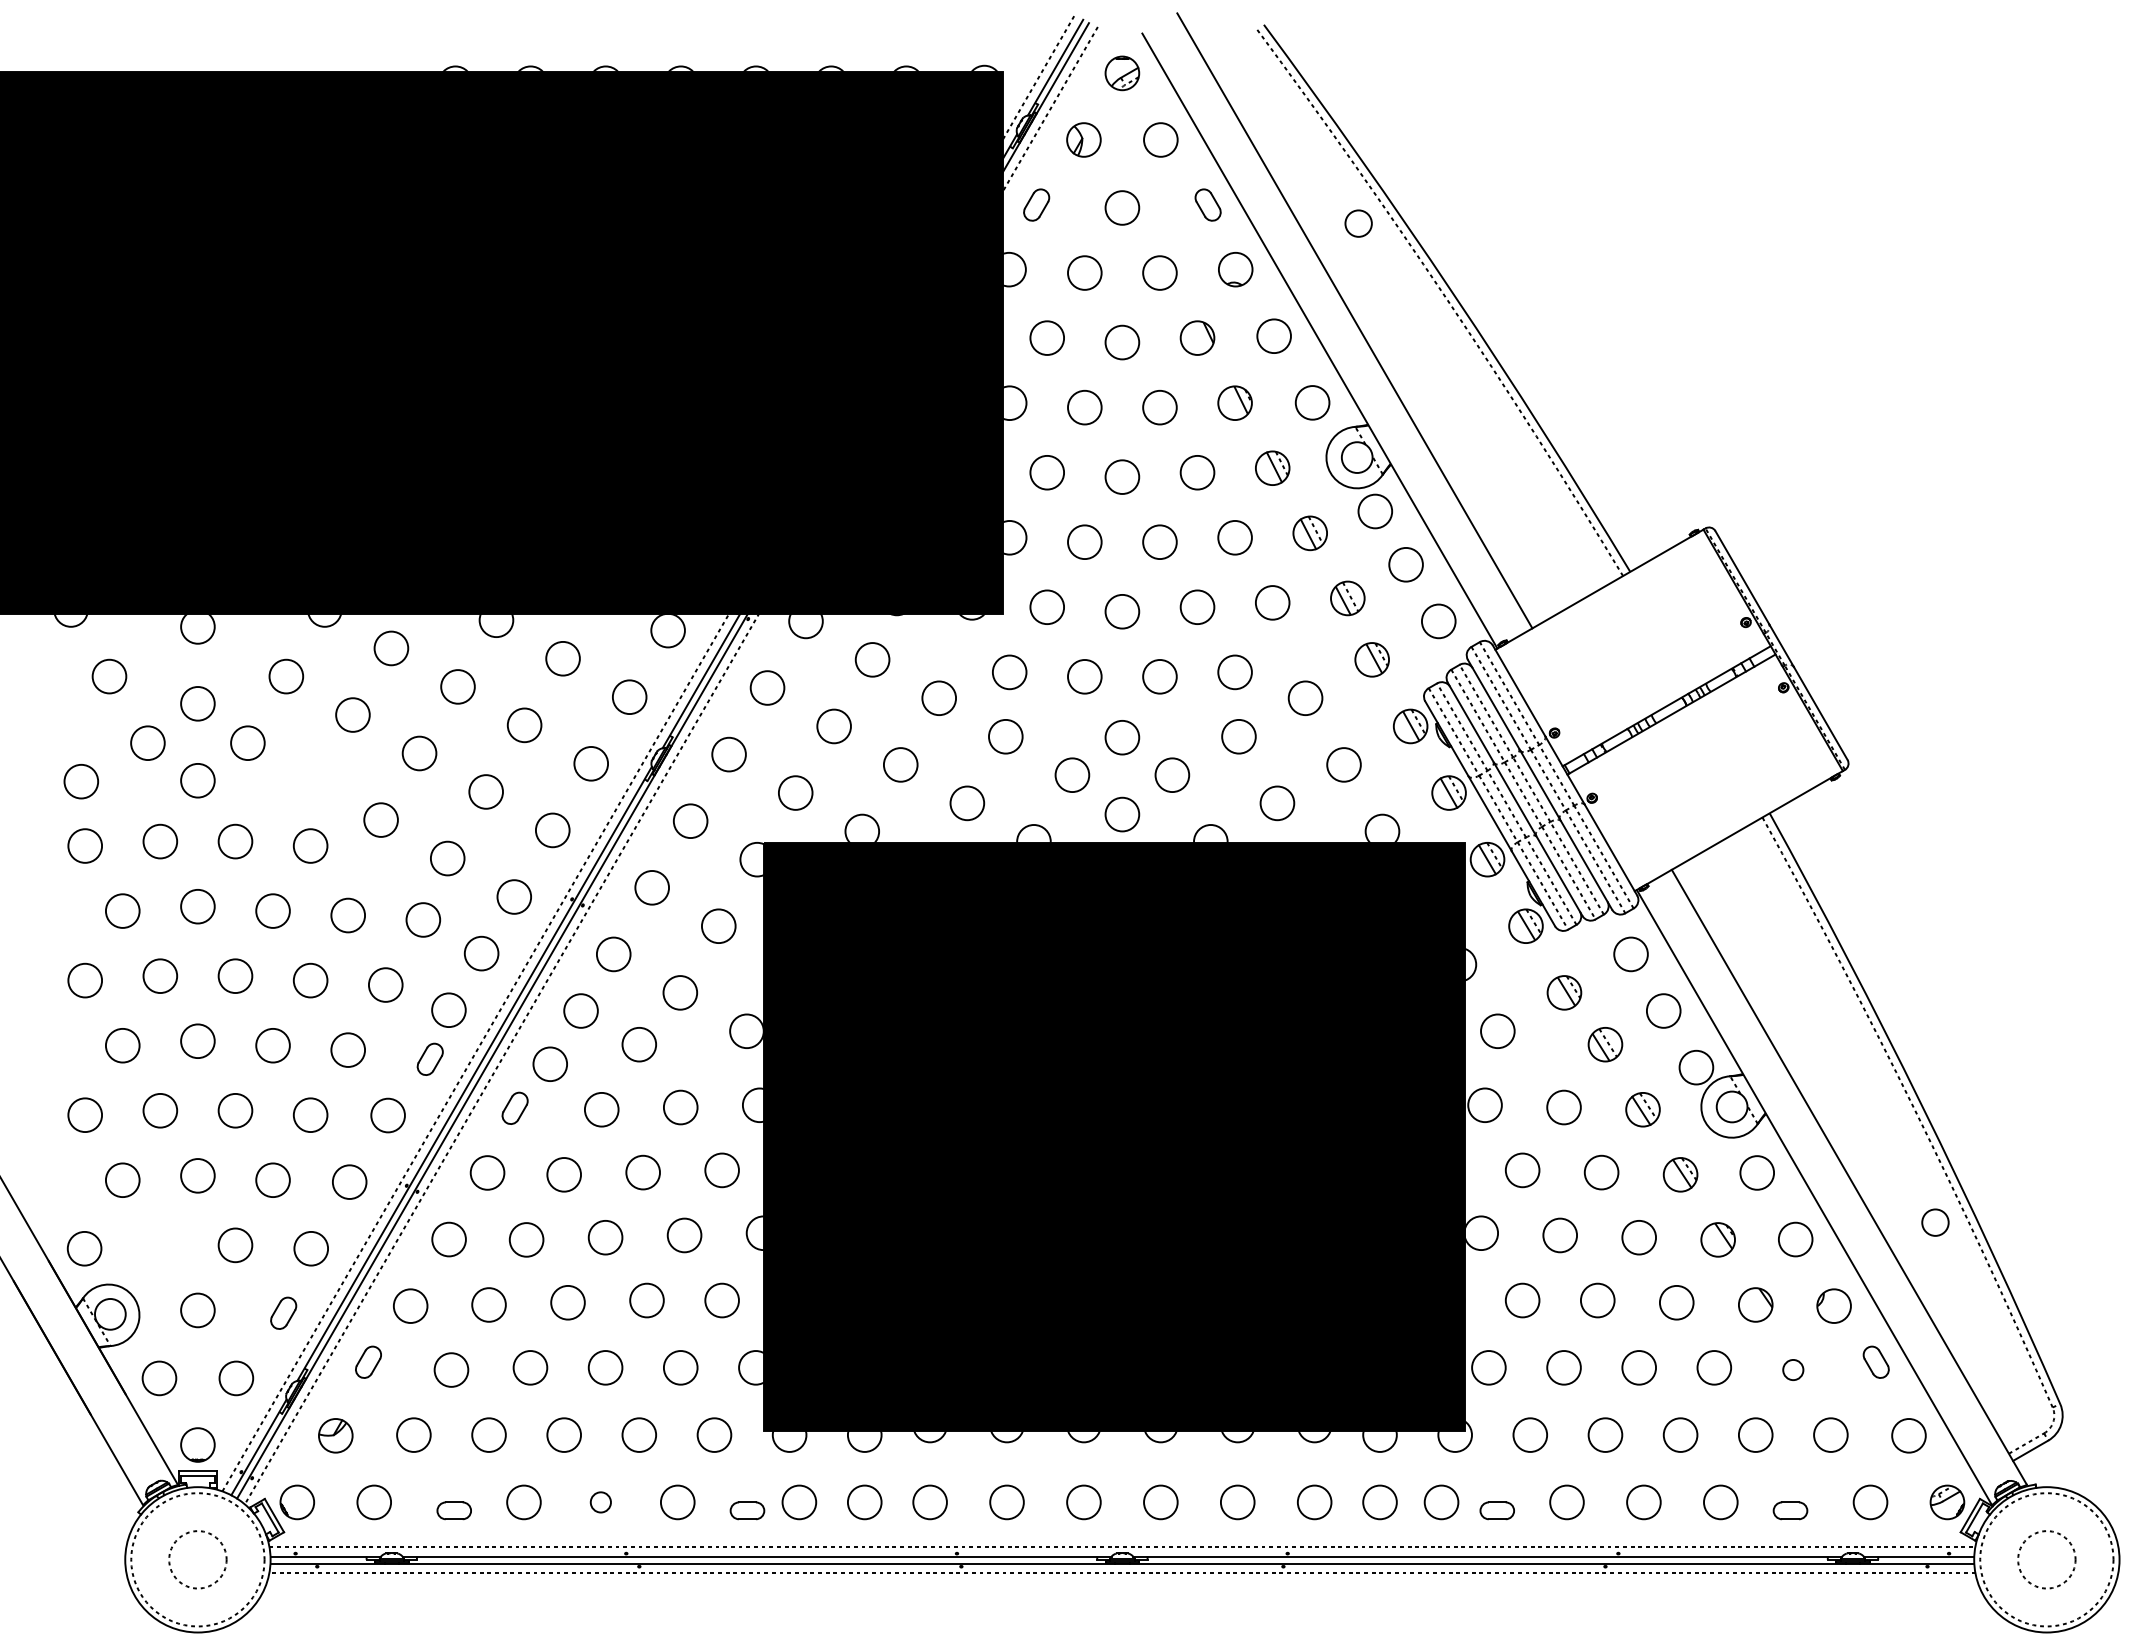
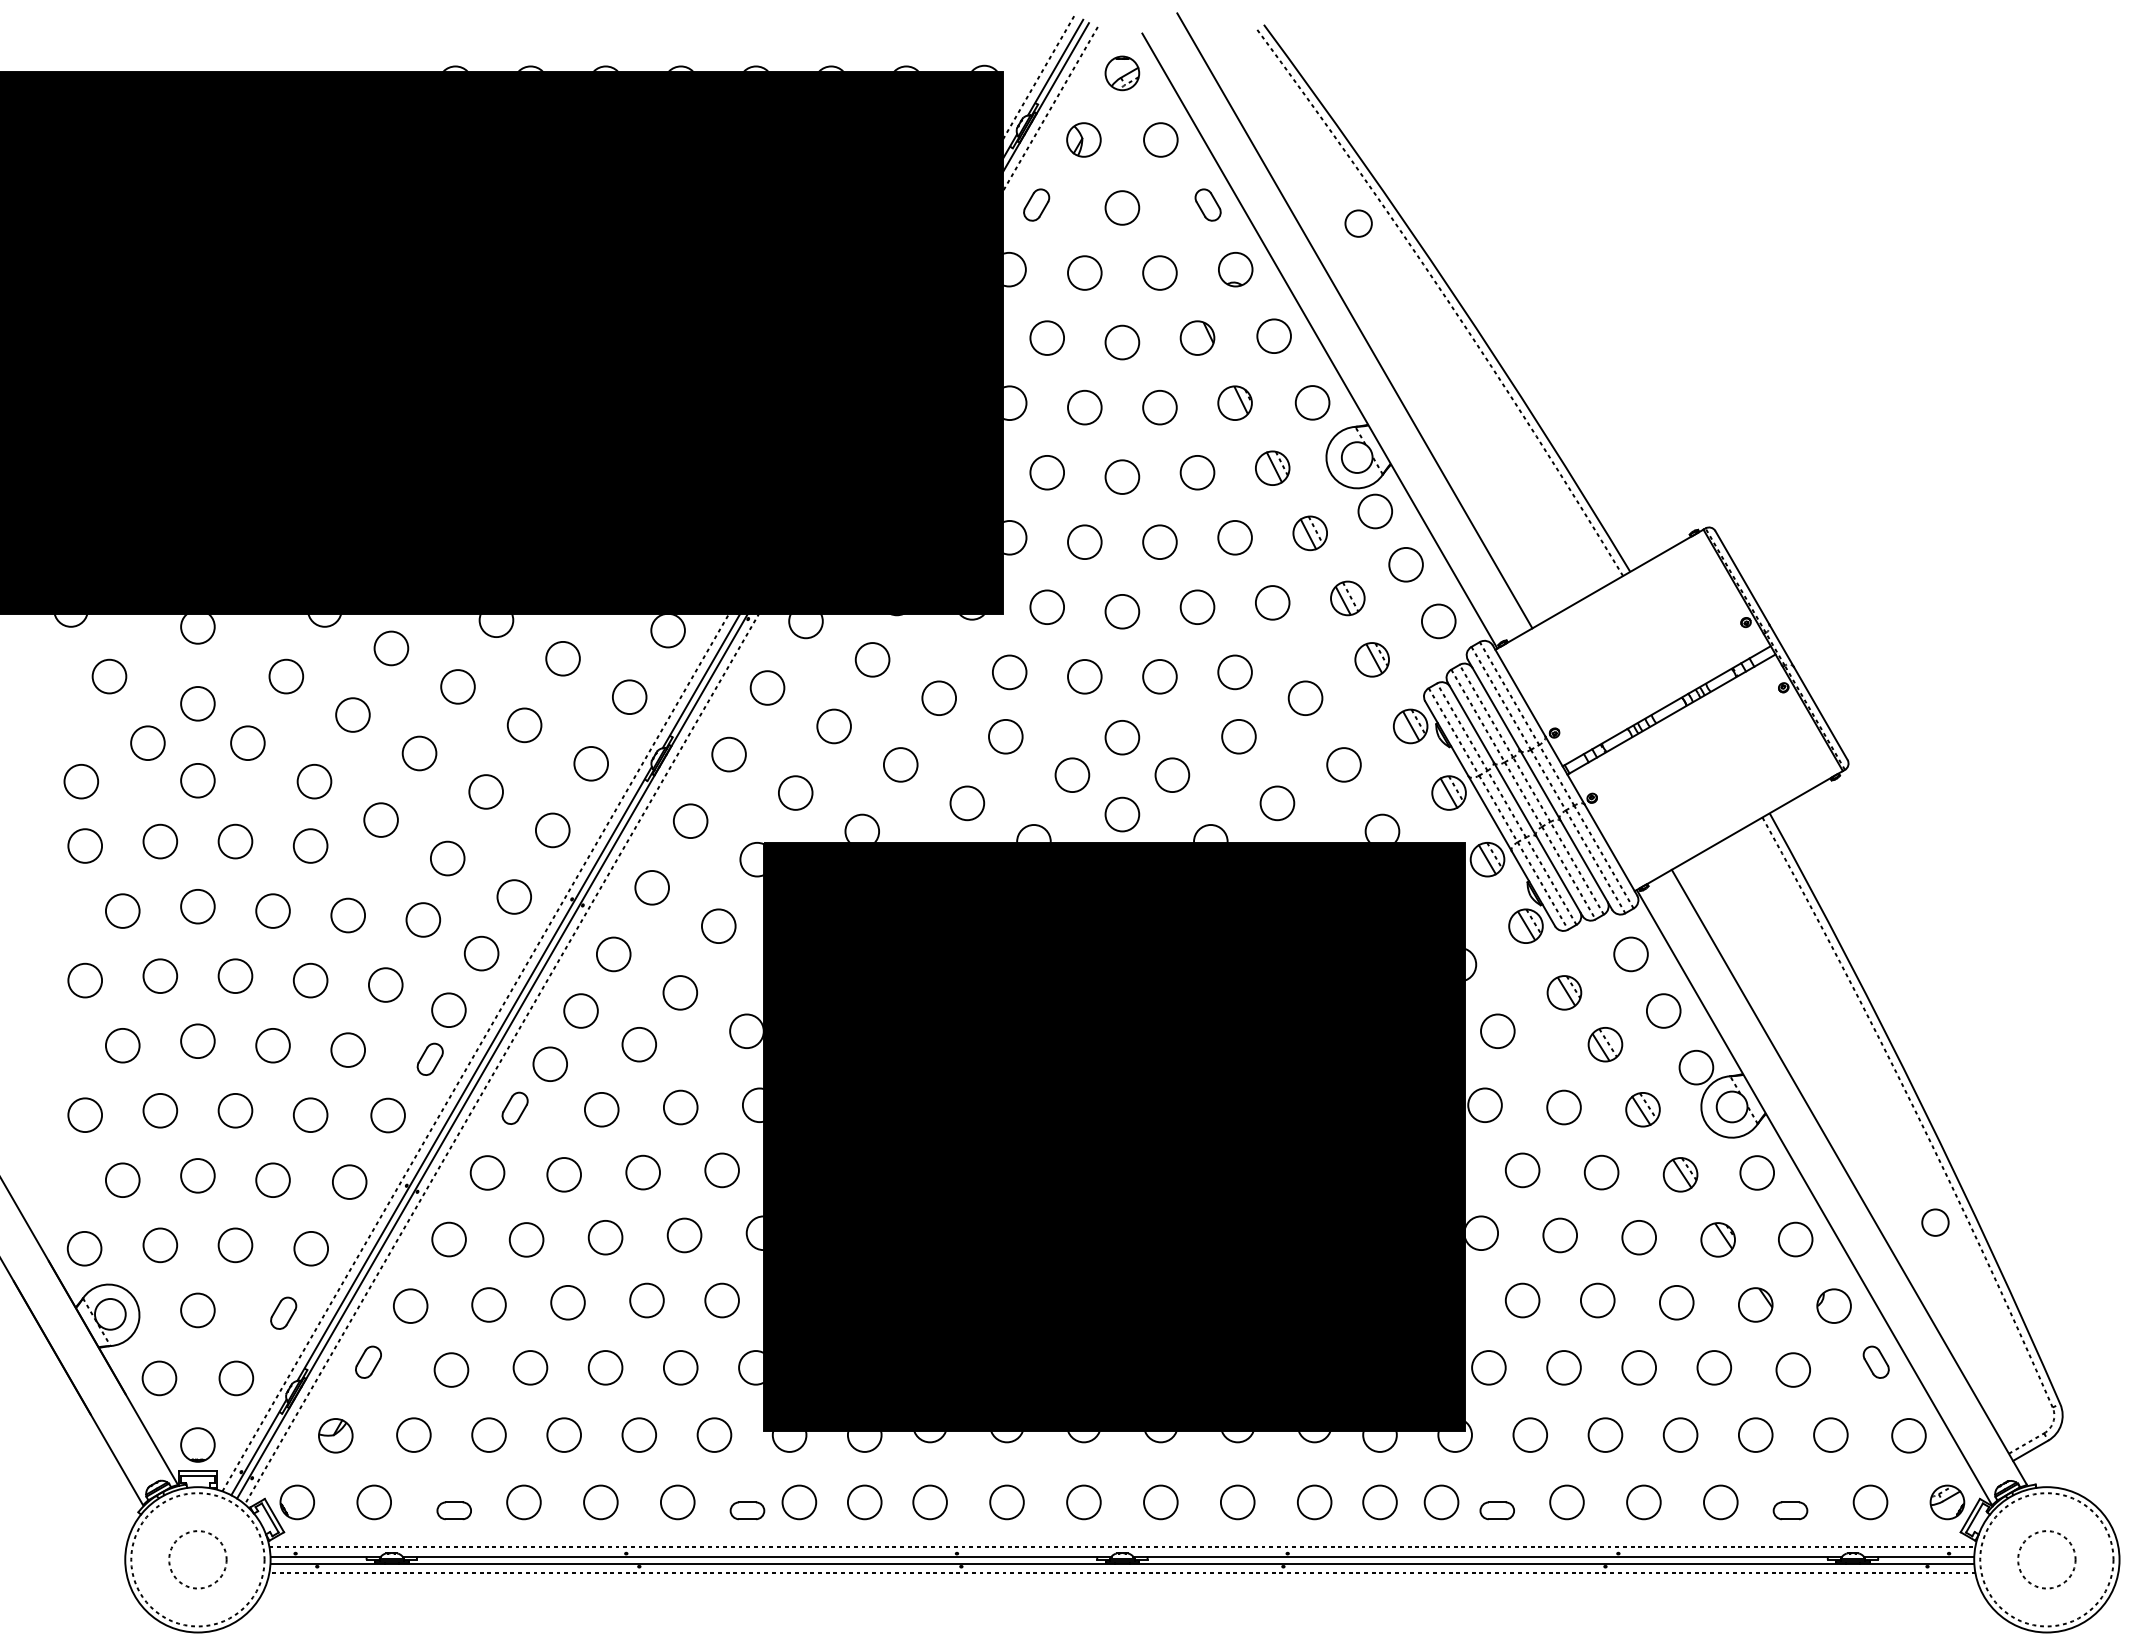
circle at (314, 781): none -> present
circle at (160, 1245): none -> present
circle at (1793, 1369) diameter: 20 px -> 34 px
circle at (600, 1502) diameter: 20 px -> 34 px
